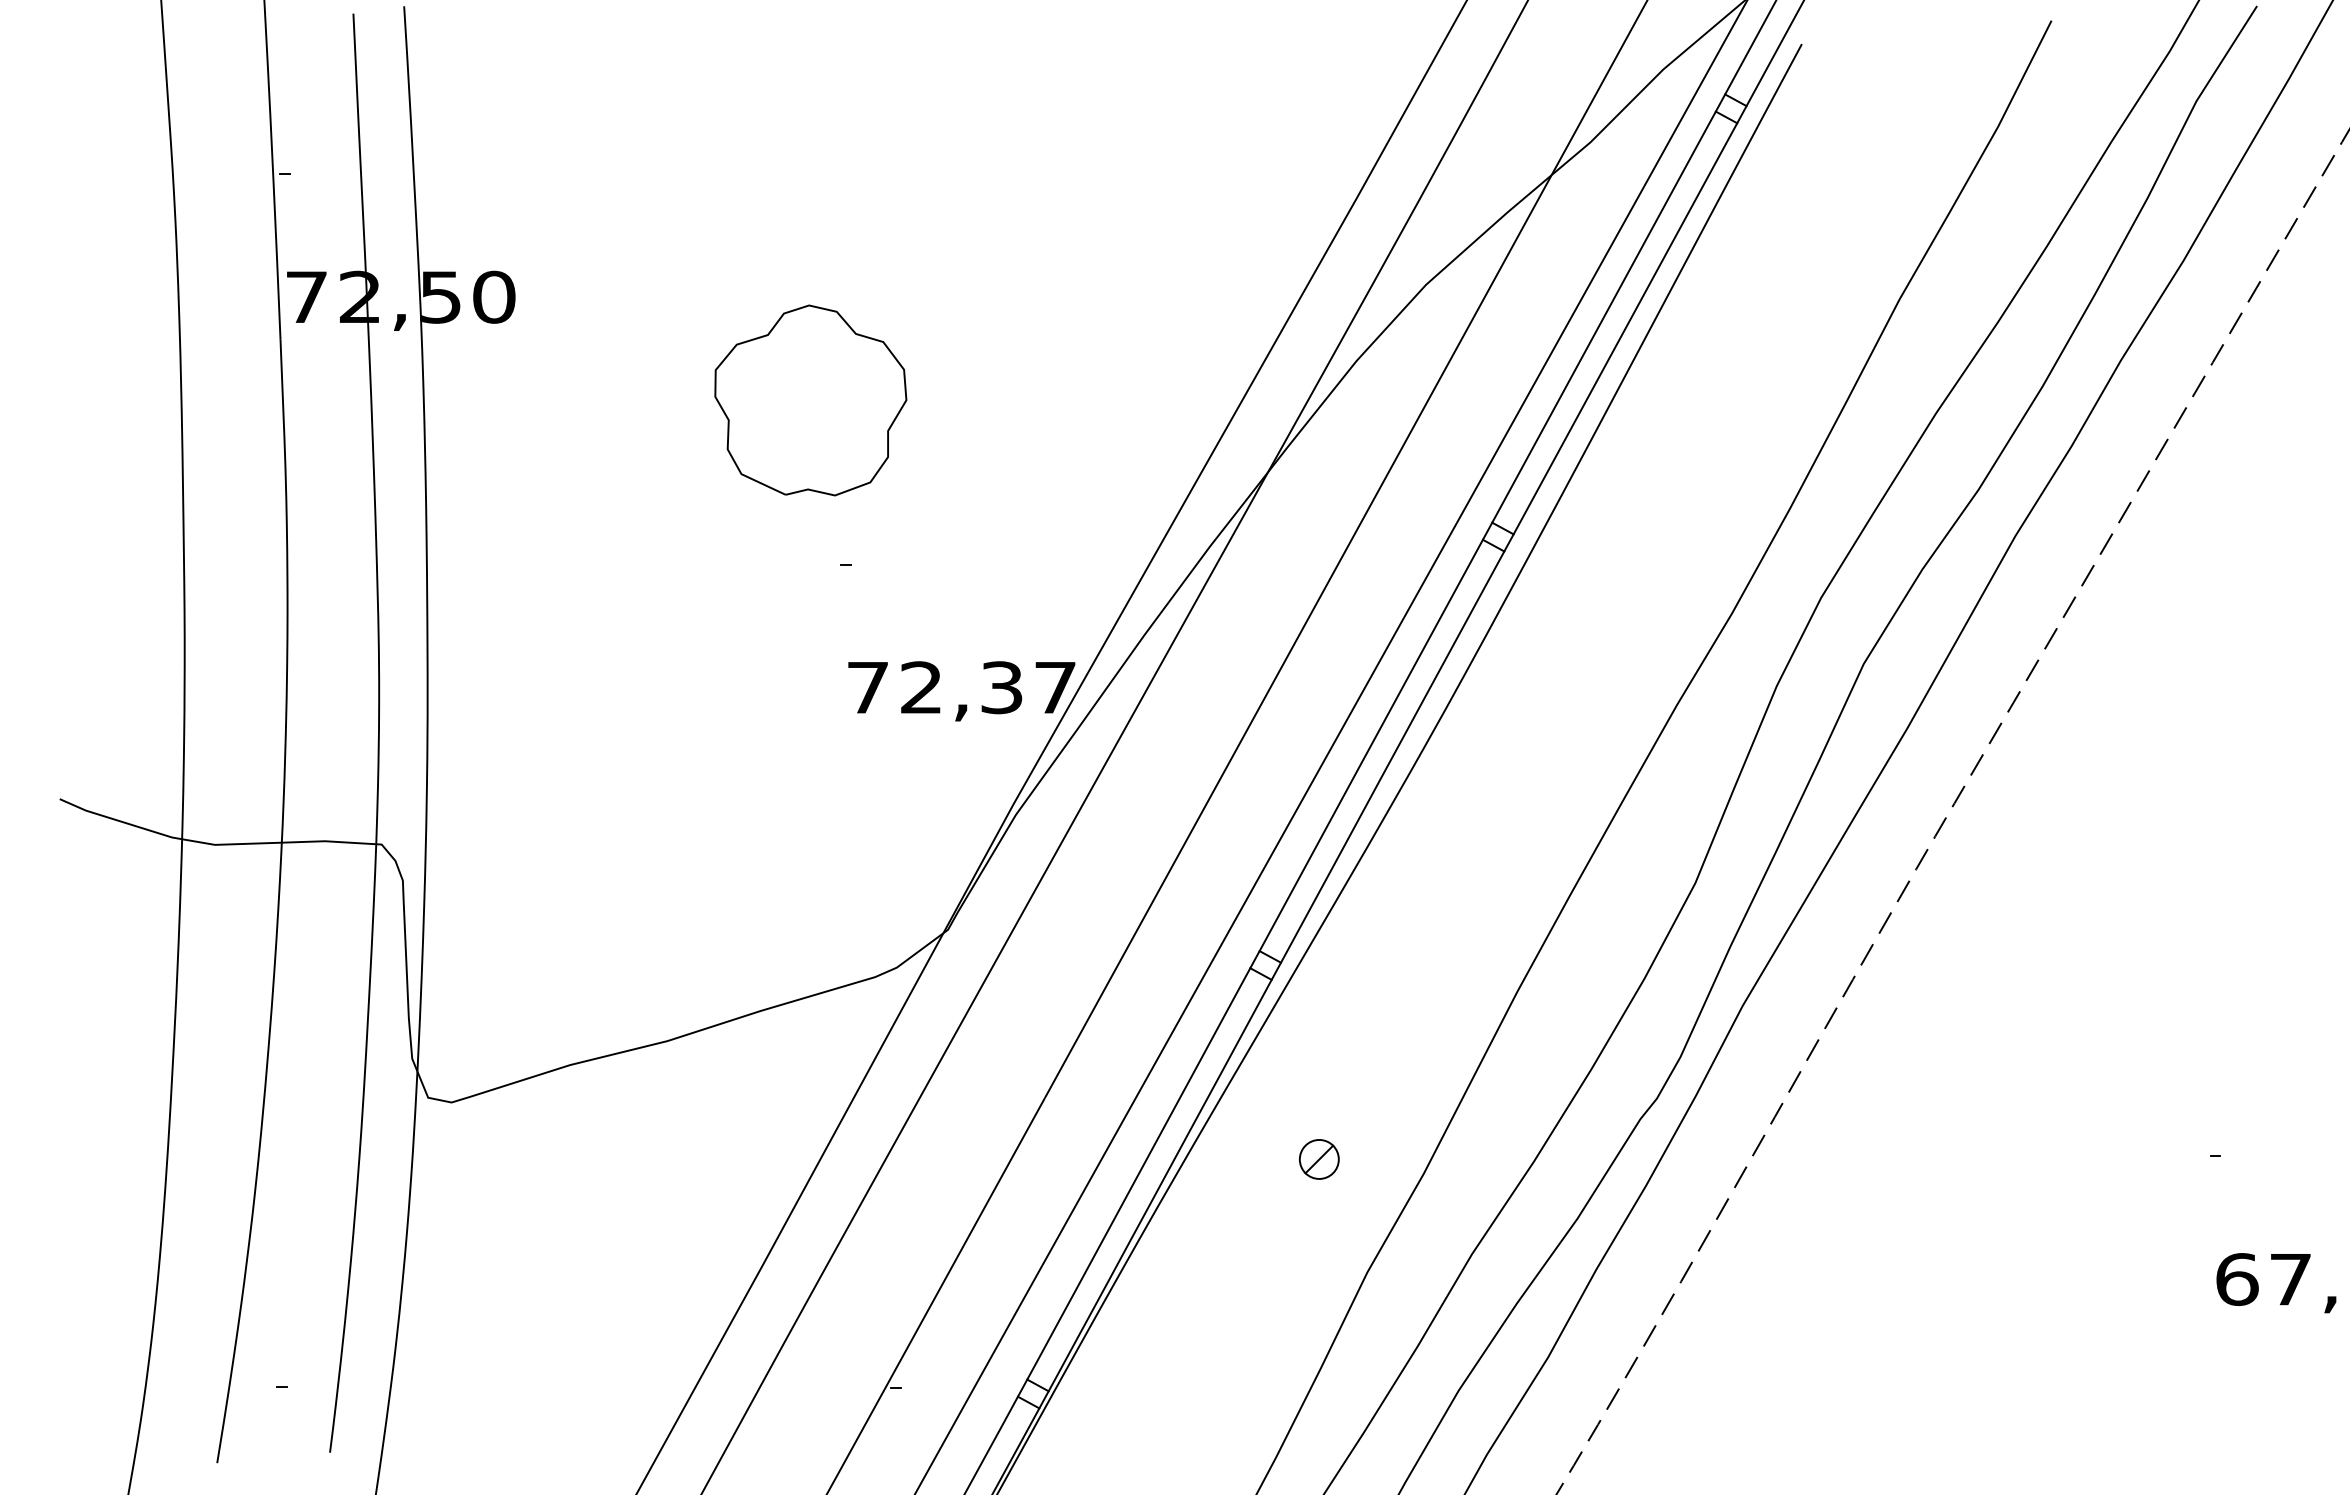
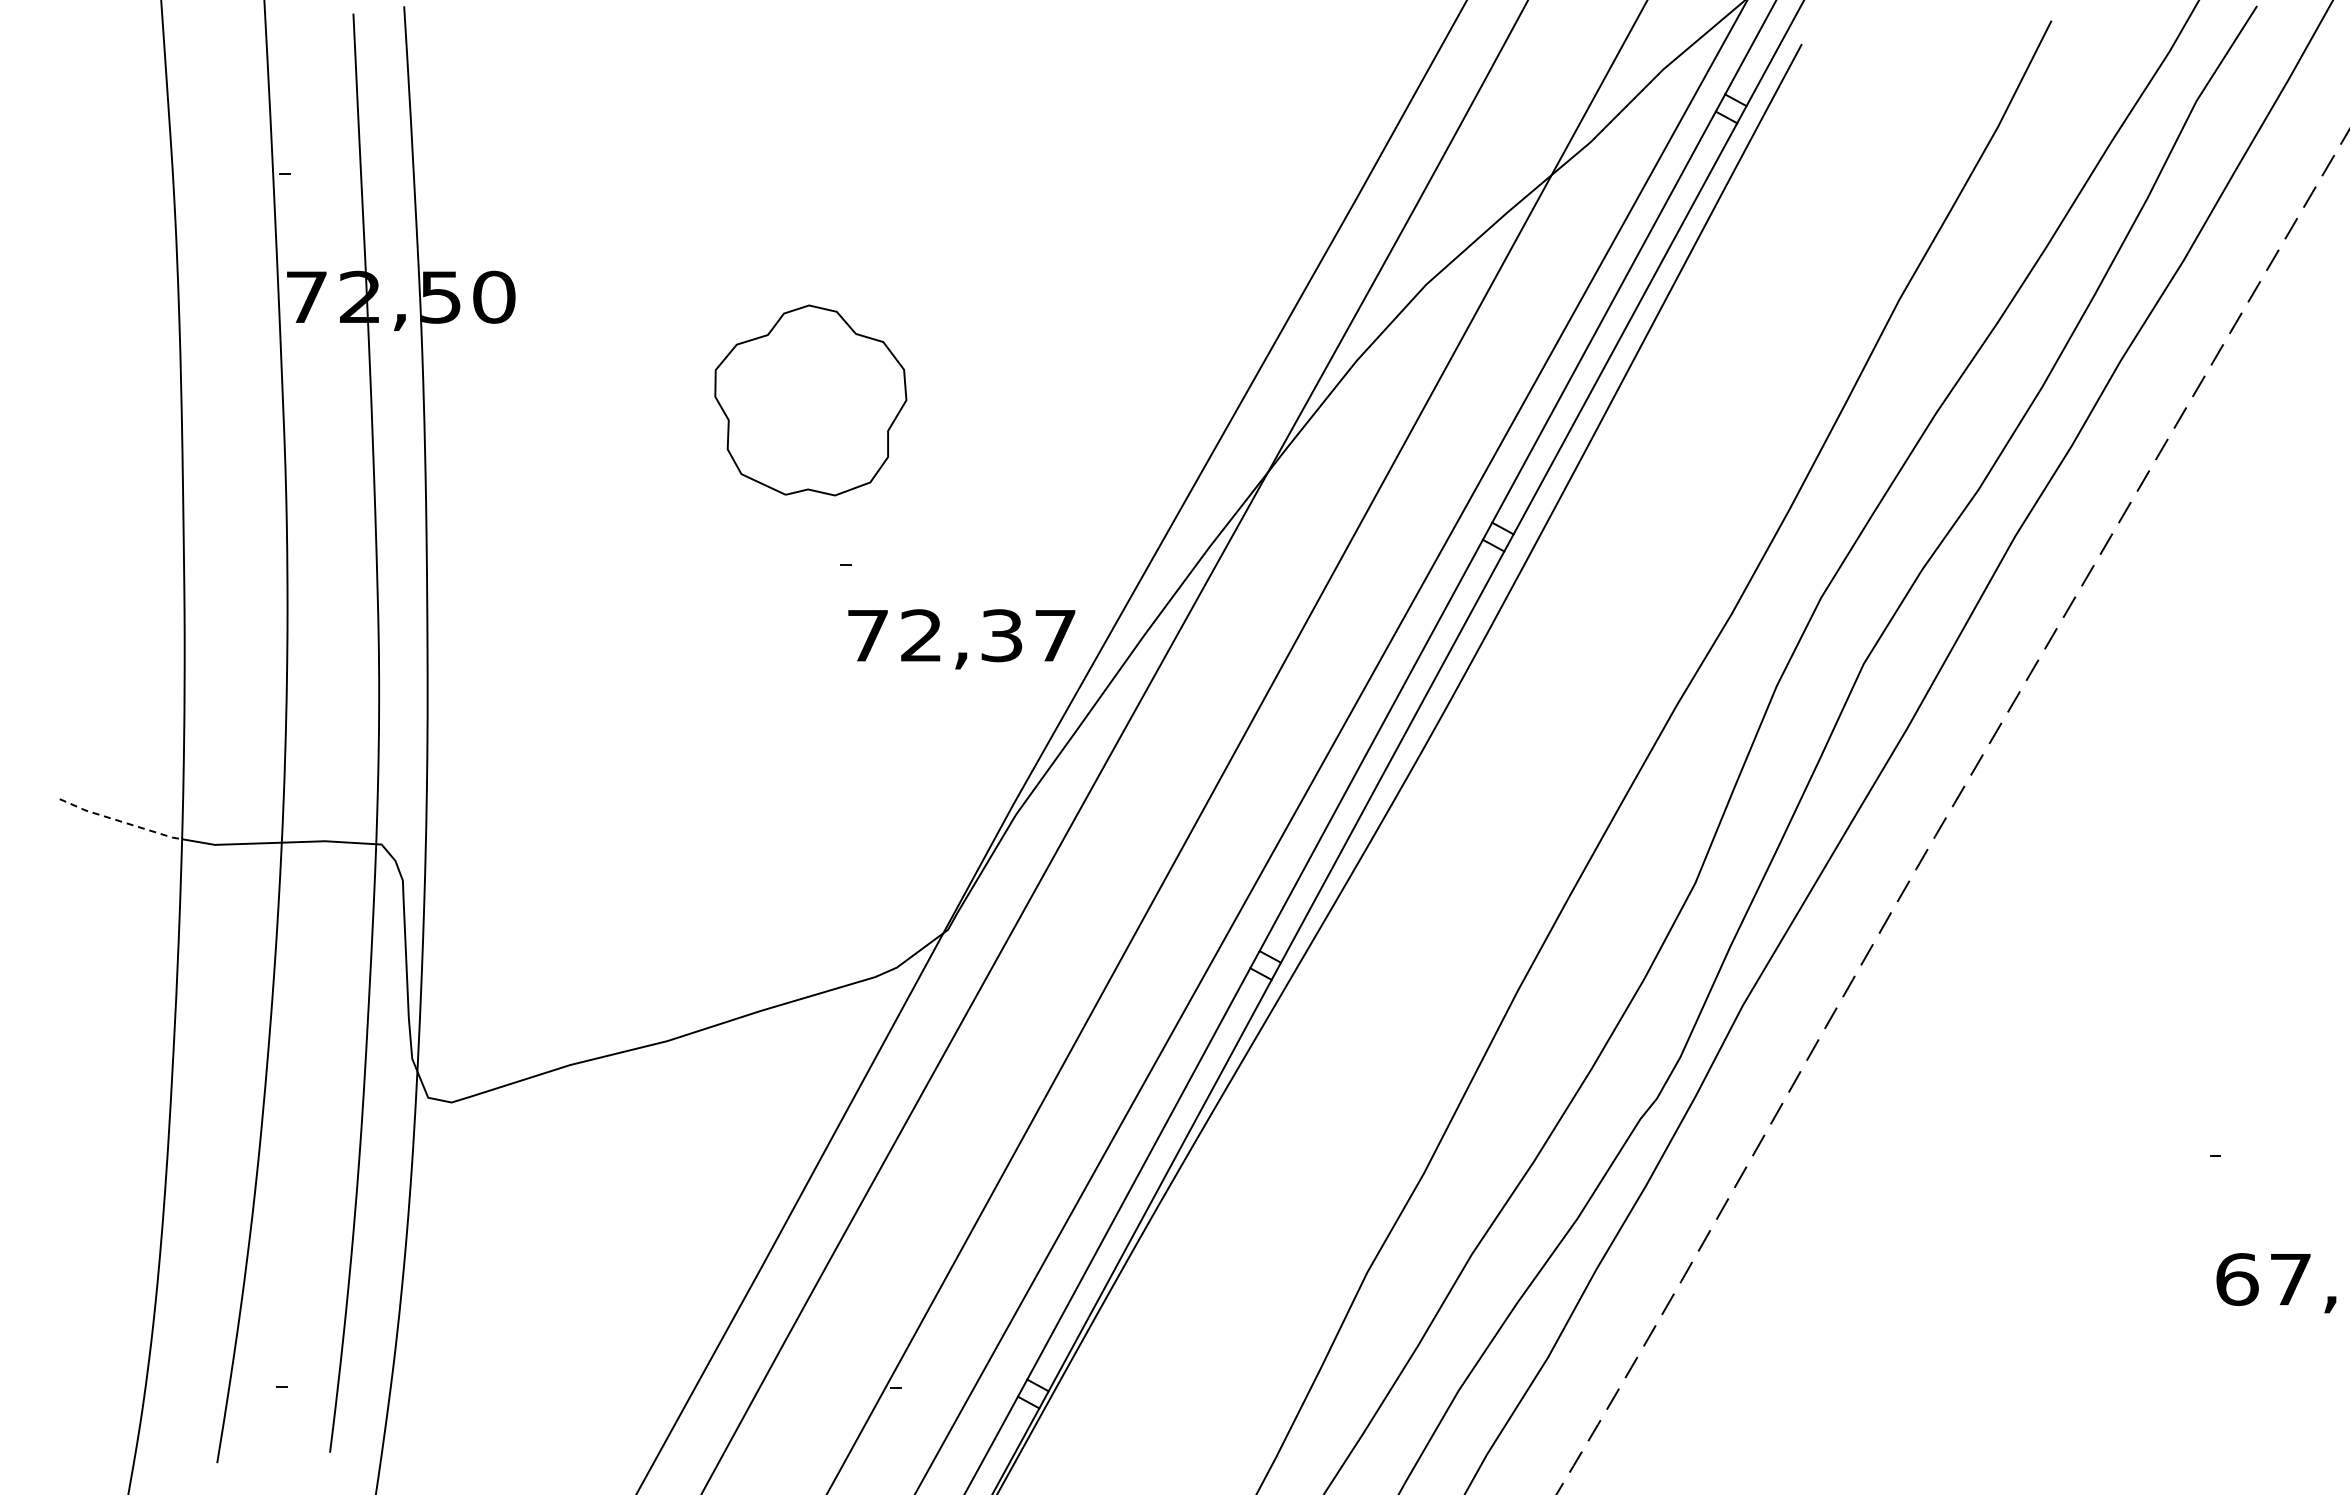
text at (961, 691) position: (961, 691) -> (961, 639)
line at (121, 821): solid -> dashed
part at (1319, 1159): present -> none
